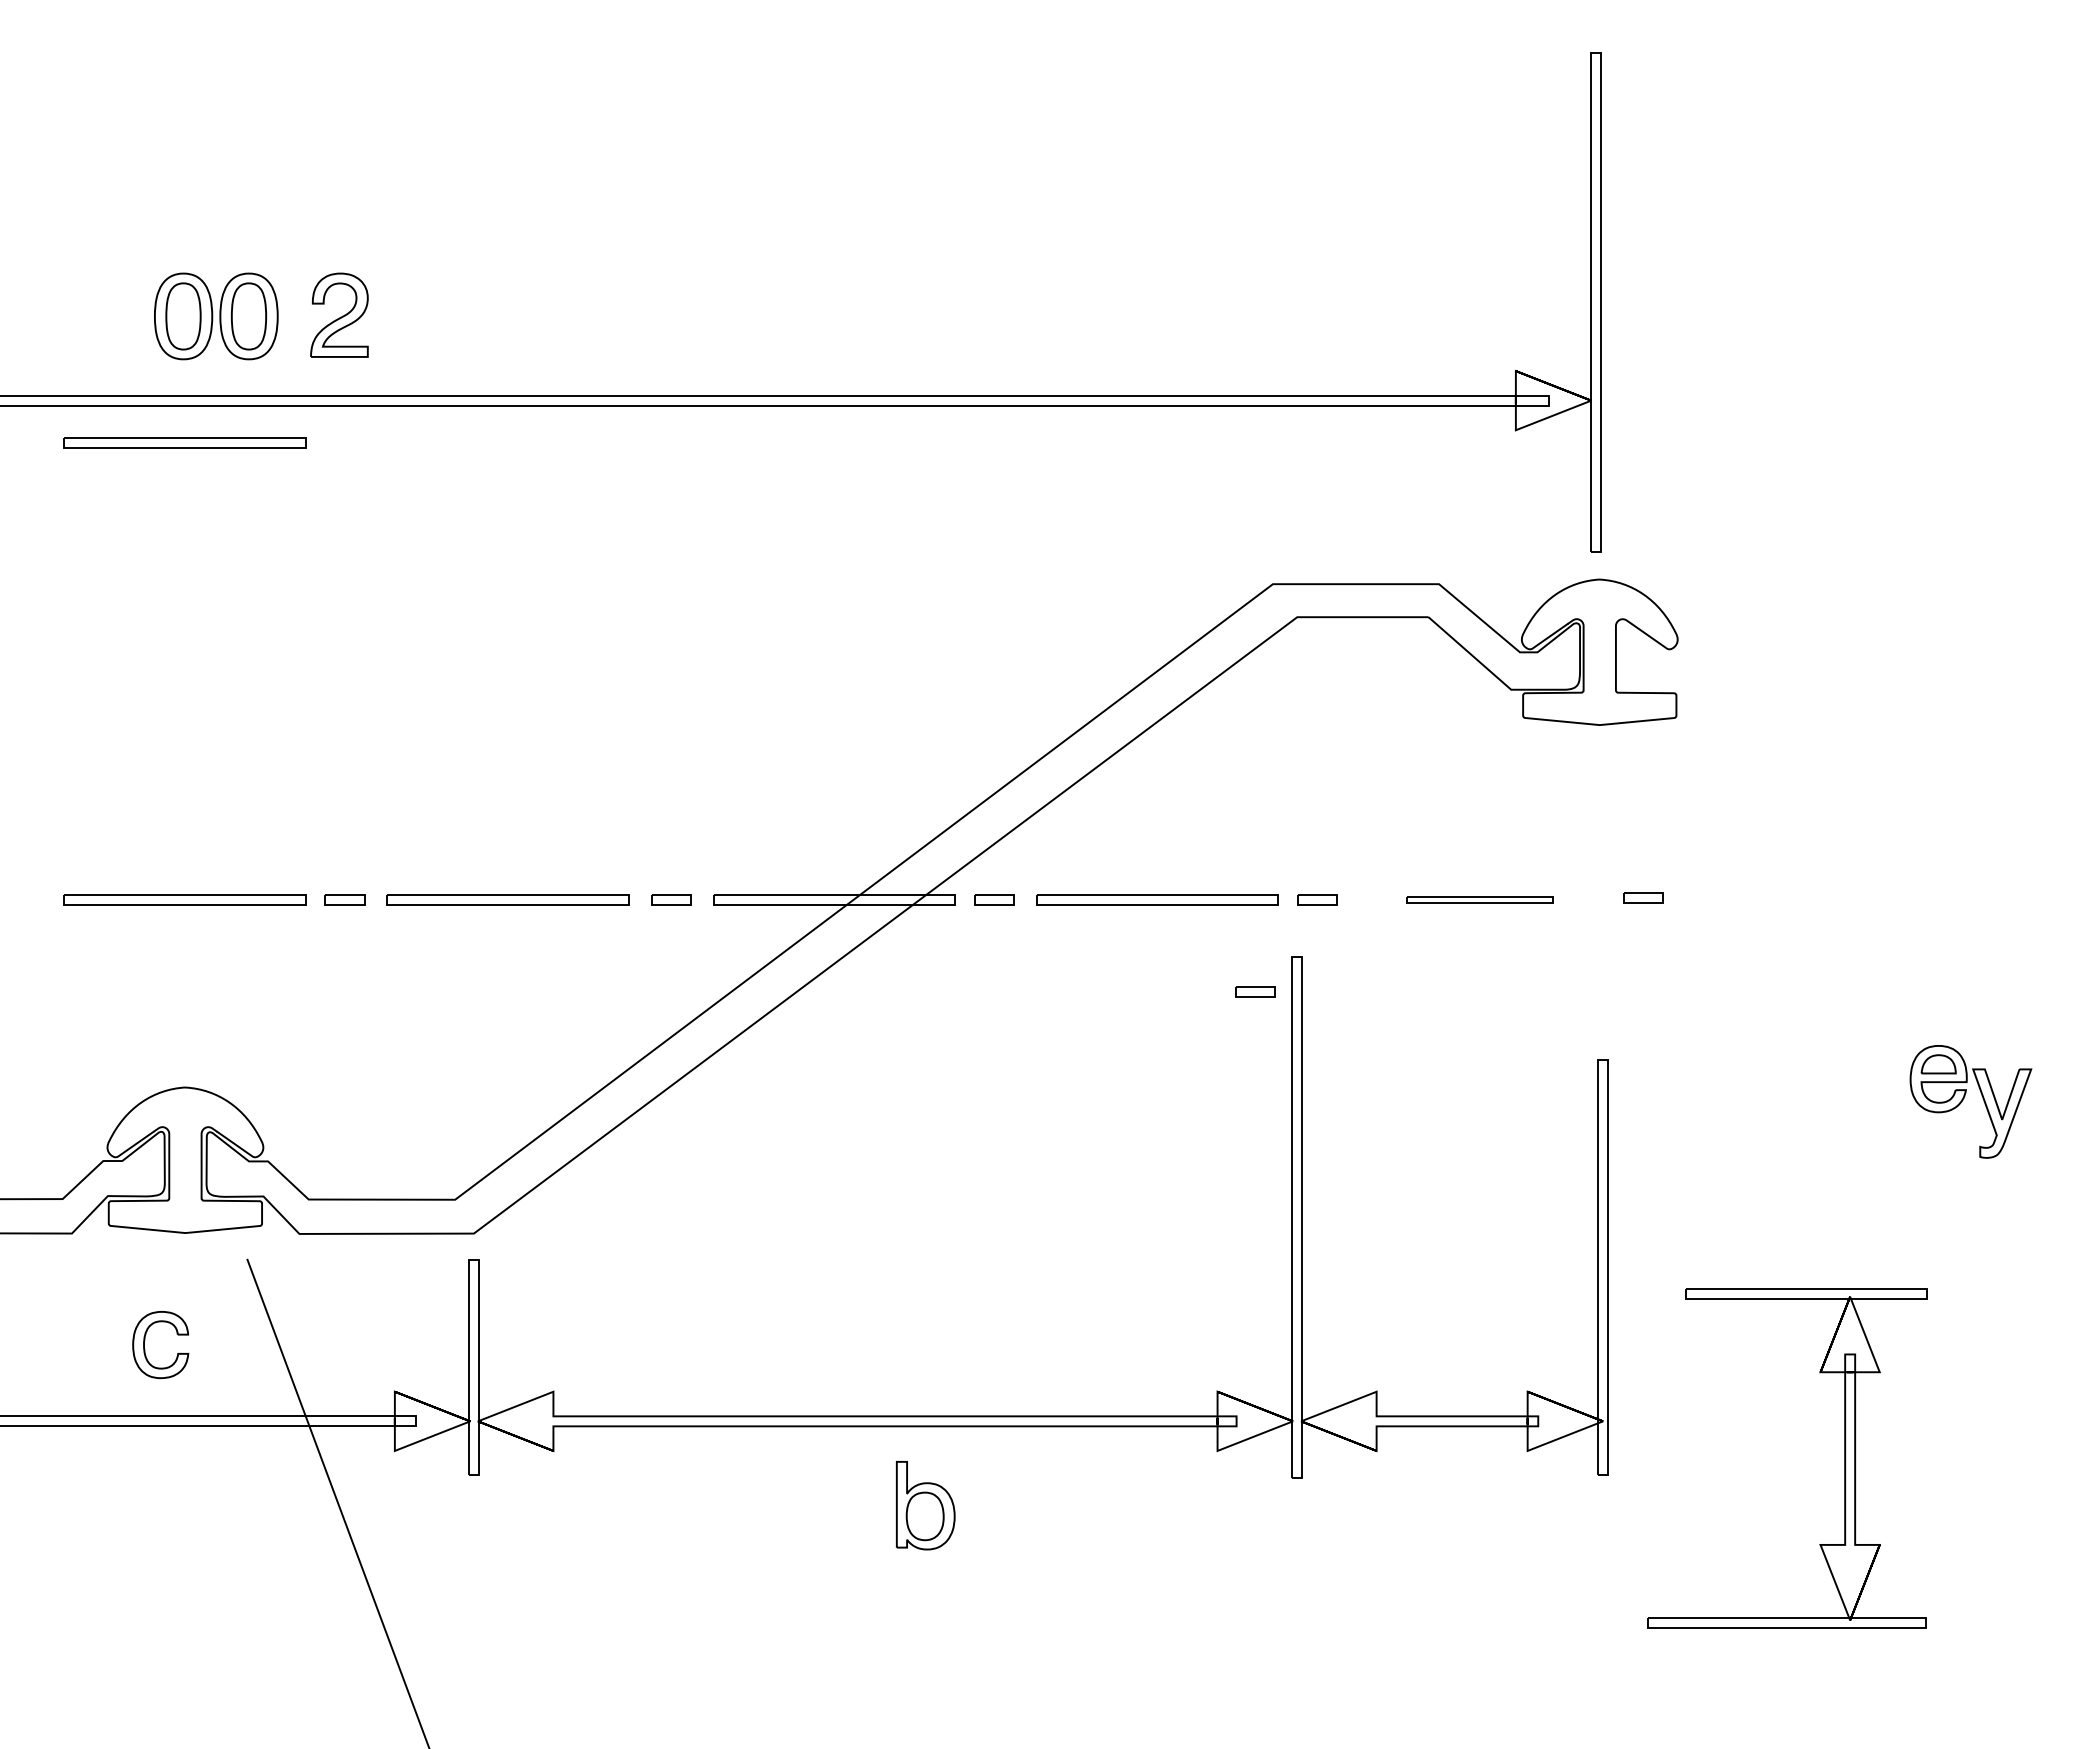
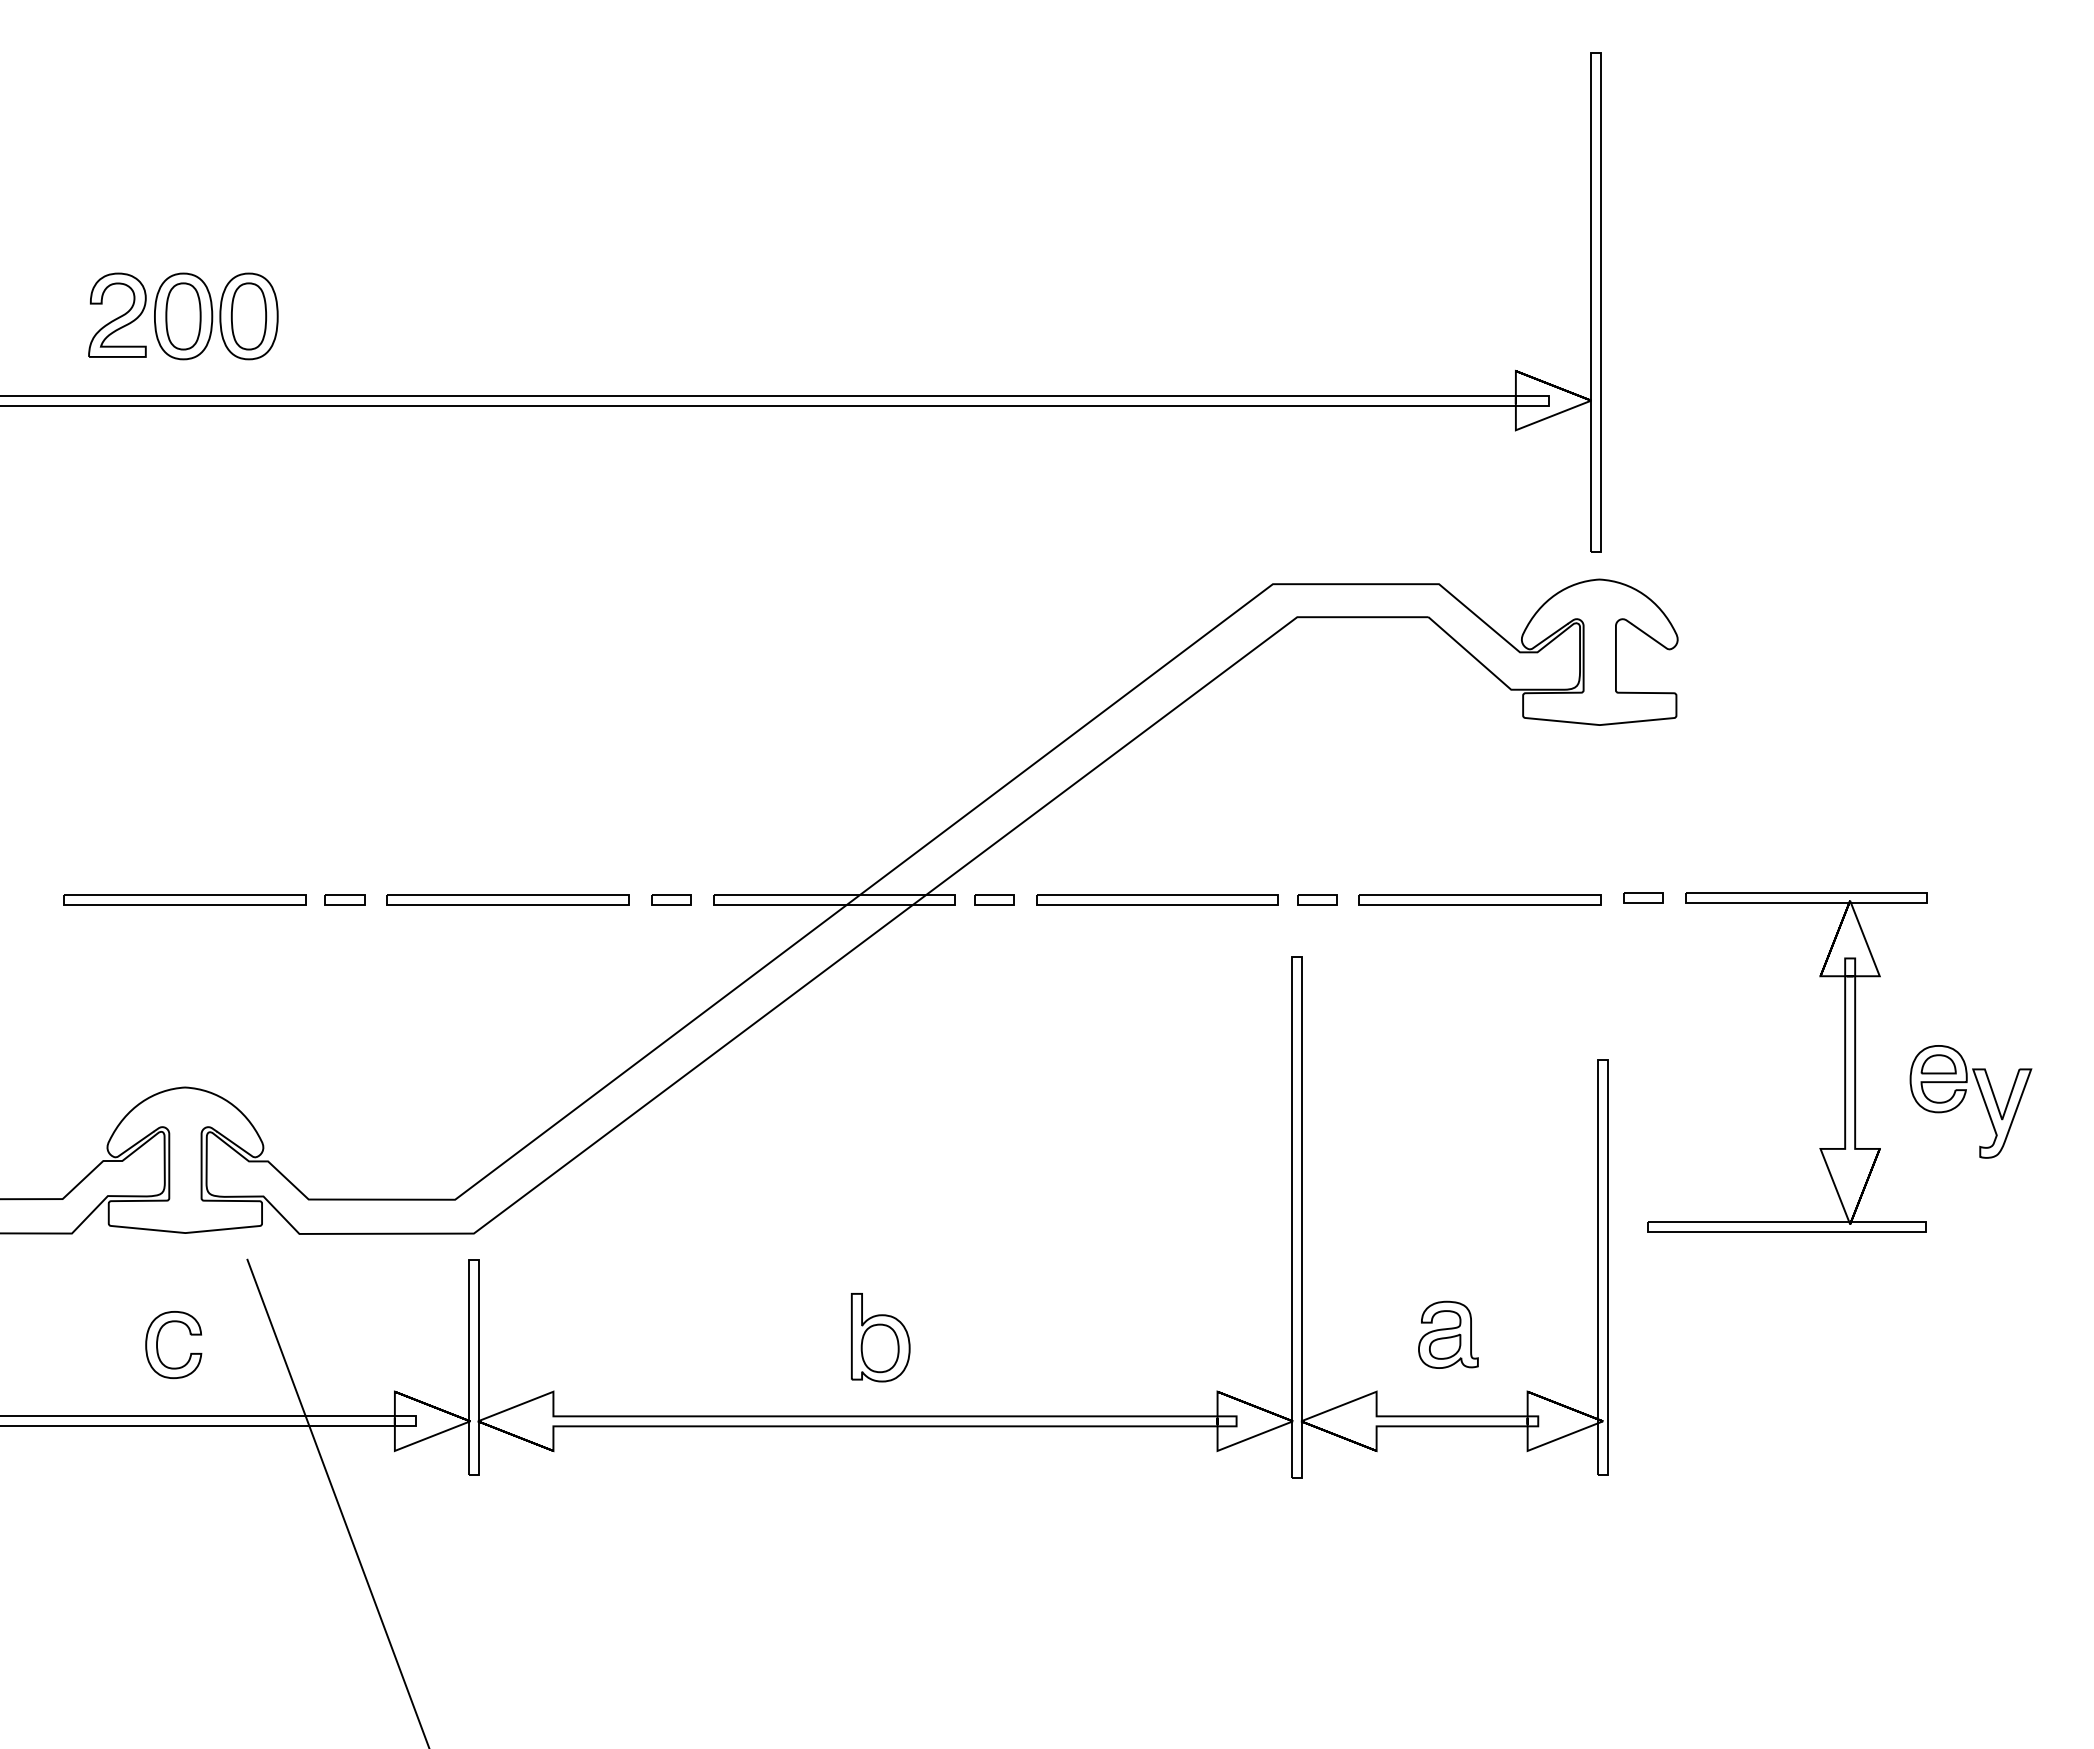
part at (339, 314) position: (339, 314) -> (117, 314)
part at (184, 442): present -> none
part at (1479, 899) size: 148x8 px -> 244x12 px
part at (1255, 991): present -> none
part at (1448, 1334): none -> present
part at (145, 1349) position: (145, 1349) -> (158, 1349)
part at (1844, 1458) position: (1844, 1458) -> (1844, 1062)
part at (925, 1505) position: (925, 1505) -> (880, 1337)
